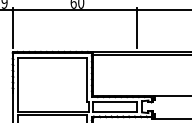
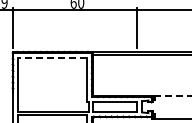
line at (52, 57): solid -> dashed
line at (172, 96): solid -> dashed
